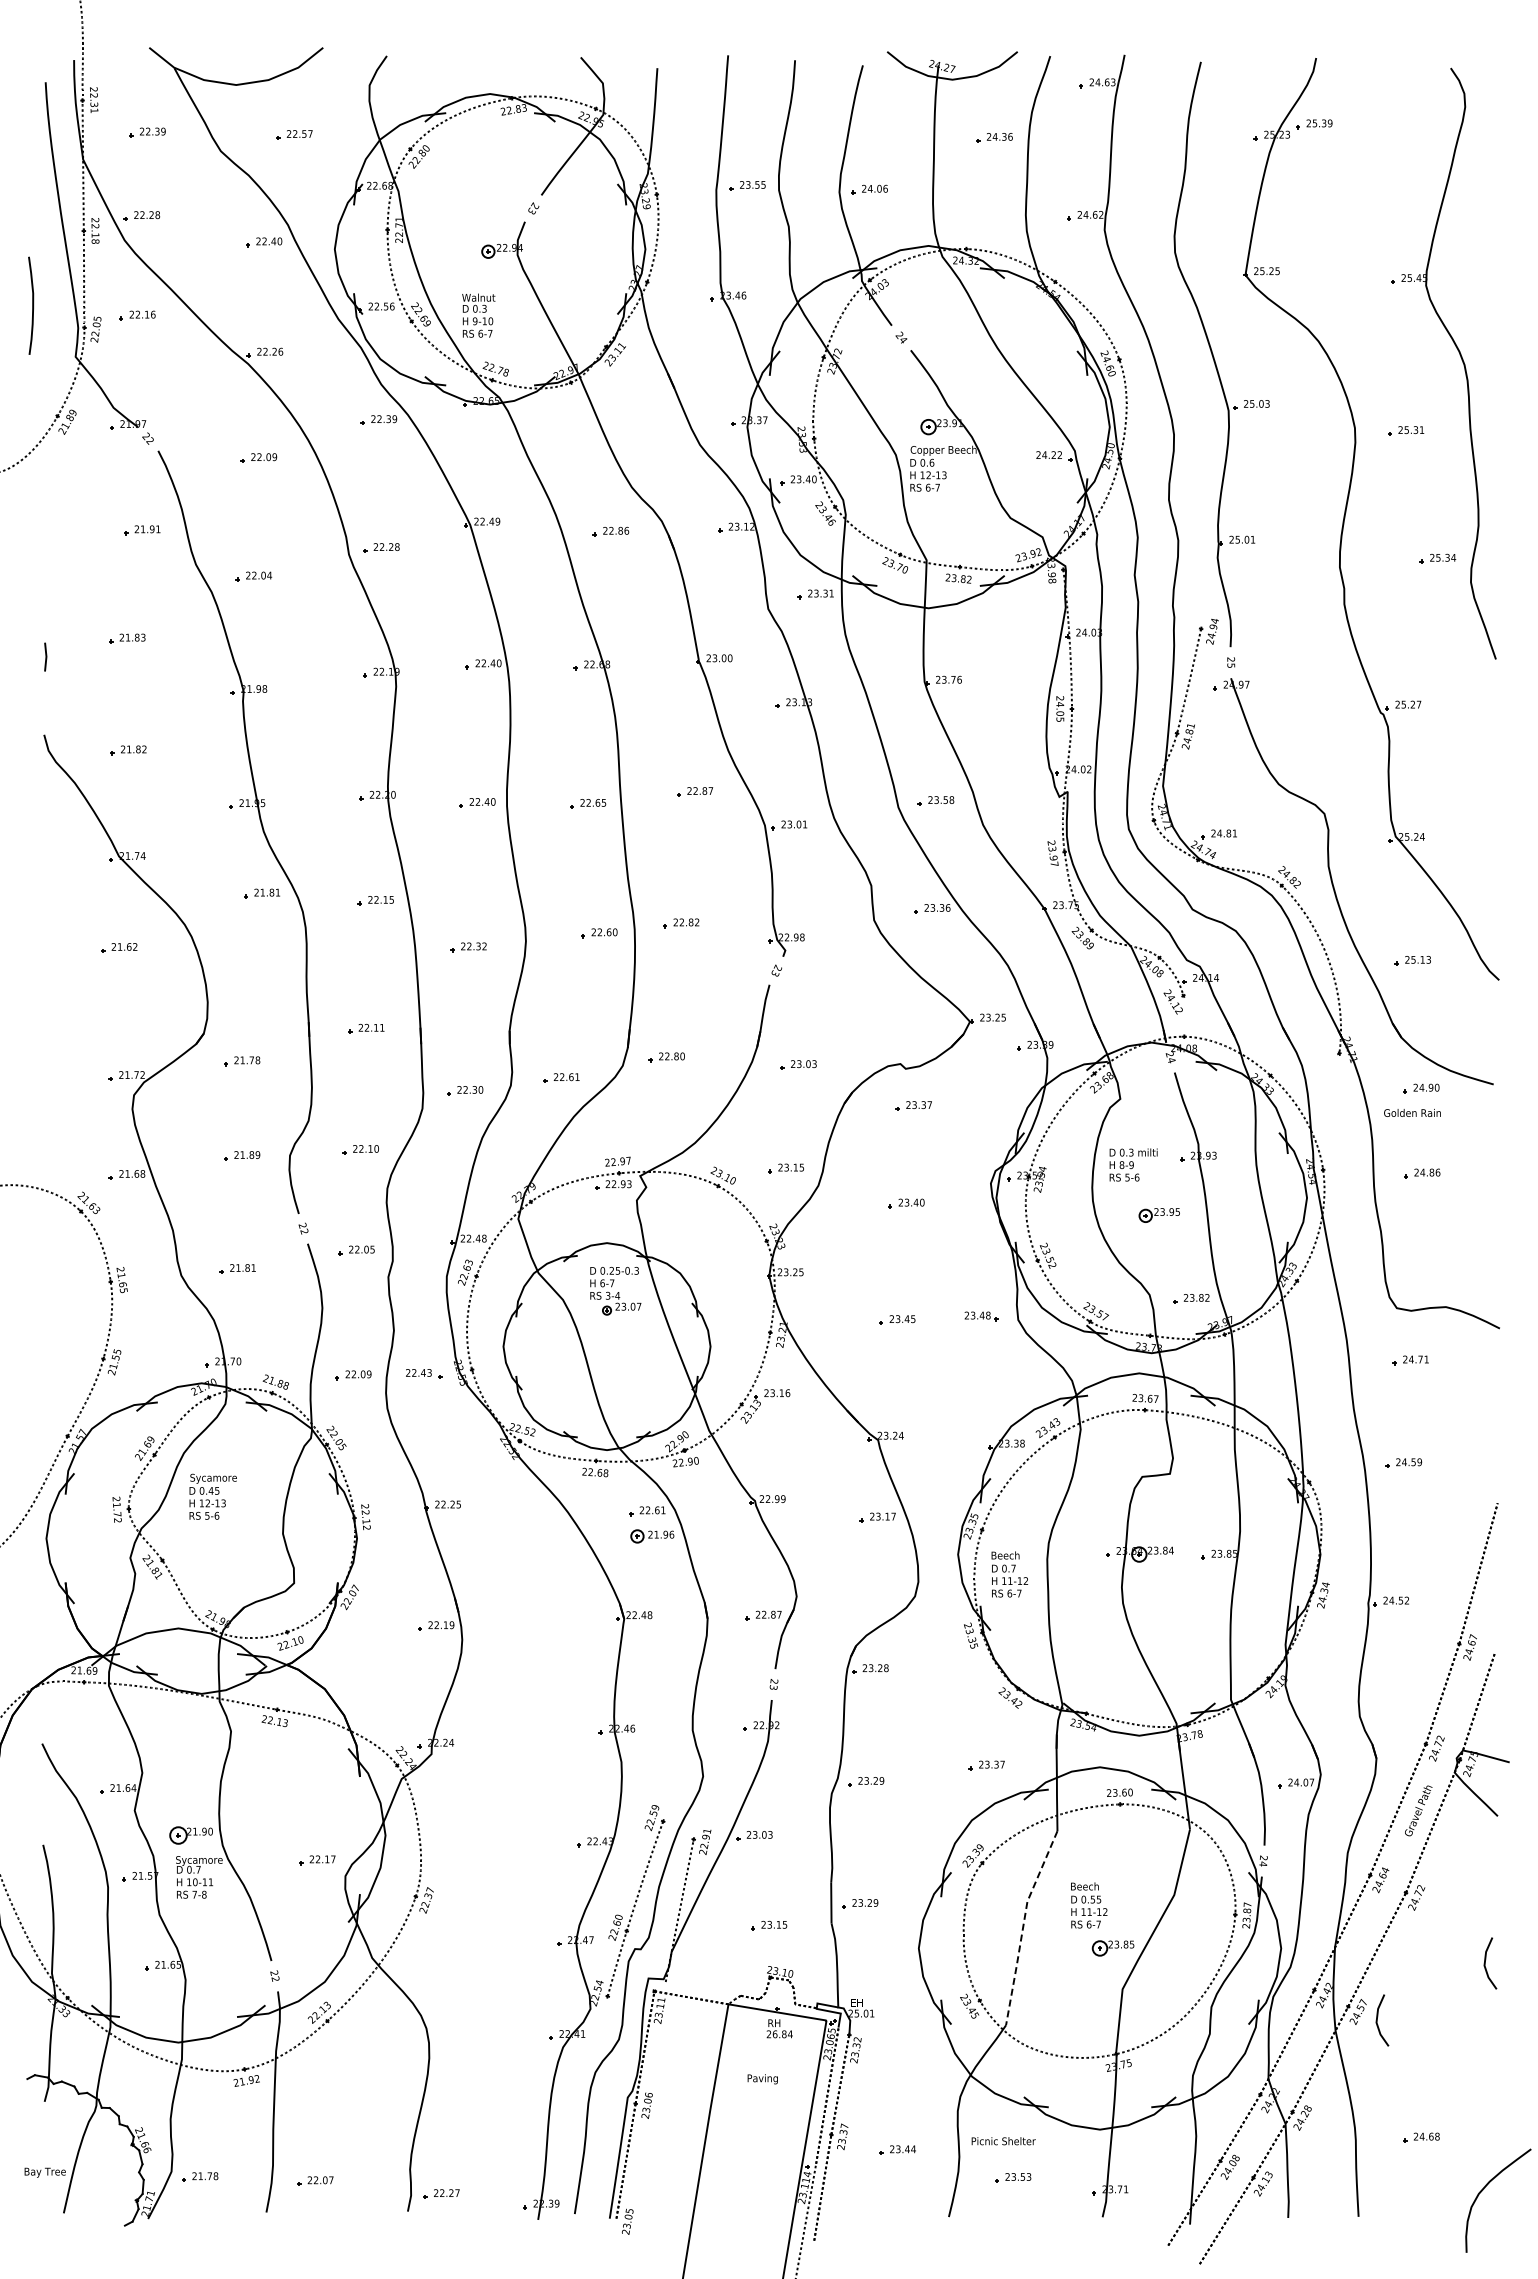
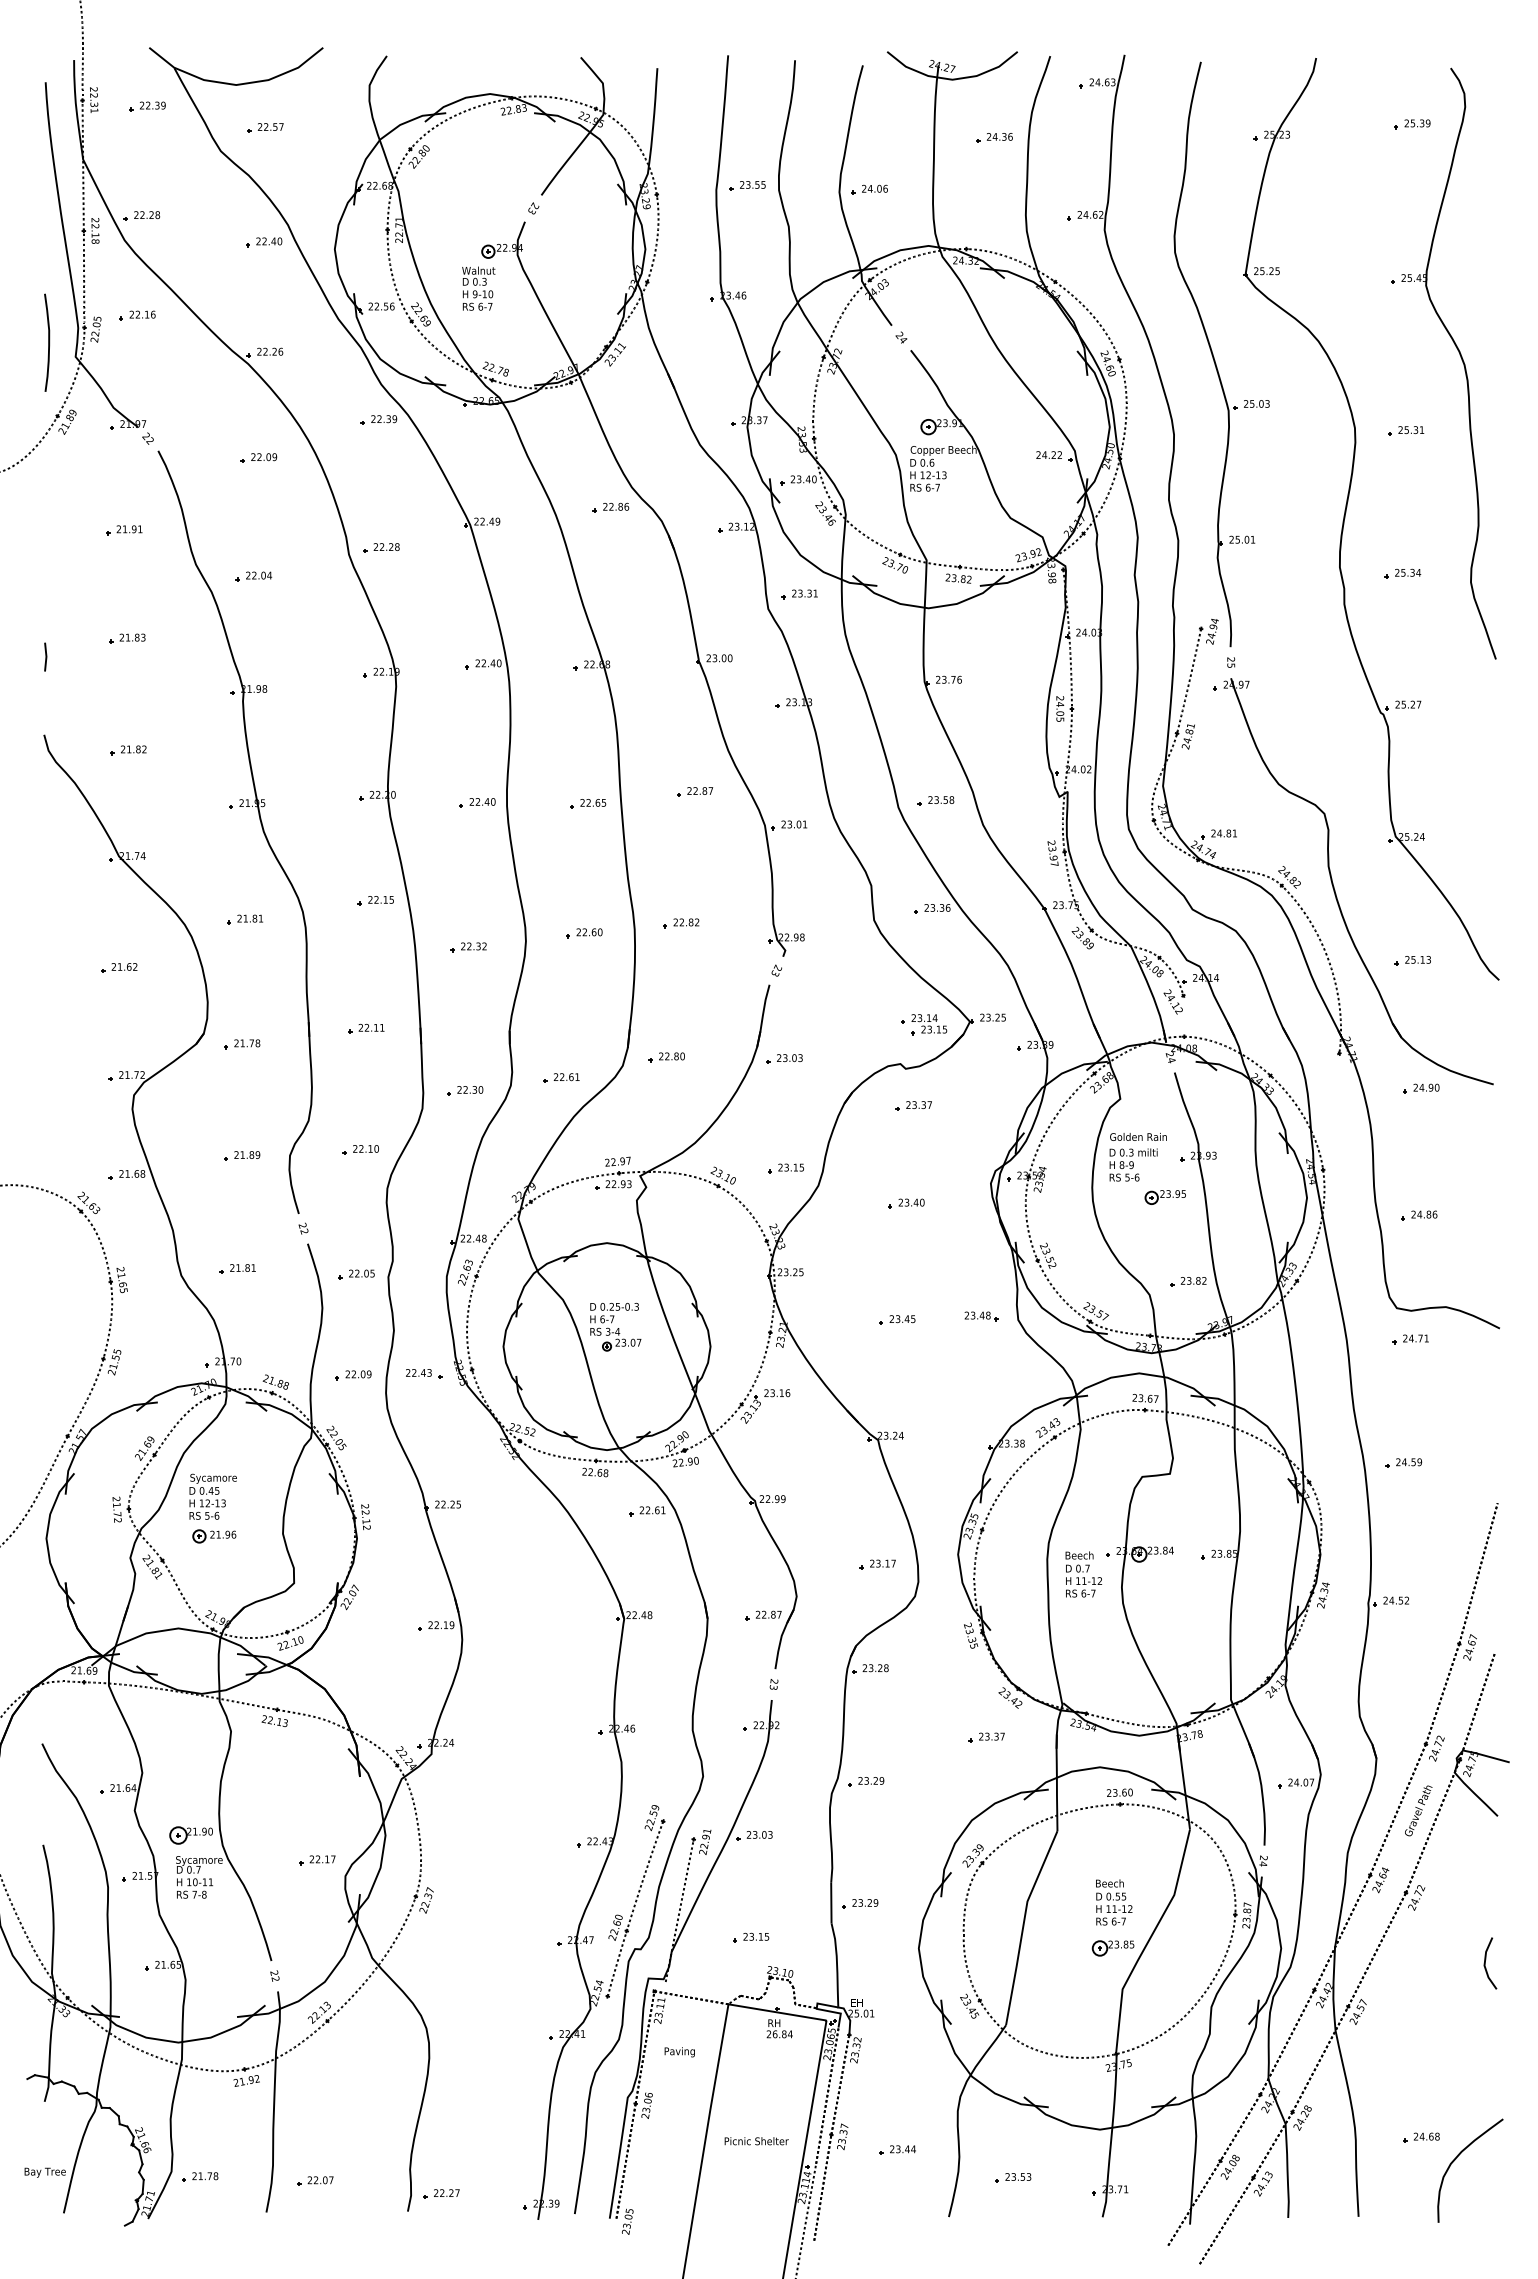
part at (1314, 124) position: (1314, 124) -> (1412, 124)
part at (147, 132) position: (147, 132) -> (147, 106)
part at (294, 134) position: (294, 134) -> (265, 127)
curve at (32, 305) position: (32, 305) -> (48, 342)
text at (478, 315) position: (478, 315) -> (478, 288)
part at (142, 530) position: (142, 530) -> (124, 530)
part at (610, 531) position: (610, 531) -> (610, 507)
part at (1437, 558) position: (1437, 558) -> (1402, 573)
part at (815, 594) position: (815, 594) -> (799, 594)
part at (262, 893) position: (262, 893) -> (245, 919)
part at (599, 933) position: (599, 933) -> (584, 933)
part at (119, 947) position: (119, 947) -> (119, 967)
part at (924, 1024): none -> present
part at (242, 1061) position: (242, 1061) -> (242, 1044)
part at (798, 1064) position: (798, 1064) -> (784, 1058)
text at (1412, 1112) position: (1412, 1112) -> (1138, 1136)
part at (1422, 1173) position: (1422, 1173) -> (1419, 1215)
part at (1158, 1215) position: (1158, 1215) -> (1164, 1197)
part at (356, 1250) position: (356, 1250) -> (356, 1274)
part at (615, 1291) position: (615, 1291) -> (615, 1327)
part at (1191, 1298) position: (1191, 1298) -> (1188, 1281)
part at (1410, 1360) position: (1410, 1360) -> (1410, 1339)
part at (877, 1517) position: (877, 1517) -> (877, 1564)
part at (652, 1536) position: (652, 1536) -> (214, 1536)
text at (1009, 1574) position: (1009, 1574) -> (1083, 1574)
part at (986, 1765) position: (986, 1765) -> (986, 1737)
text at (1089, 1905) position: (1089, 1905) -> (1114, 1902)
part at (769, 1925) position: (769, 1925) -> (751, 1937)
line at (1023, 1926): dashed -> solid
line at (1377, 2020): present -> none
text at (762, 2079) position: (762, 2079) -> (679, 2052)
text at (1003, 2141) position: (1003, 2141) -> (756, 2141)
curve at (1484, 2189) position: (1484, 2189) -> (1456, 2159)
